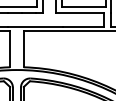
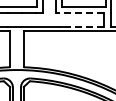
line at (79, 13): solid -> dashed
line at (83, 26): solid -> dashed
